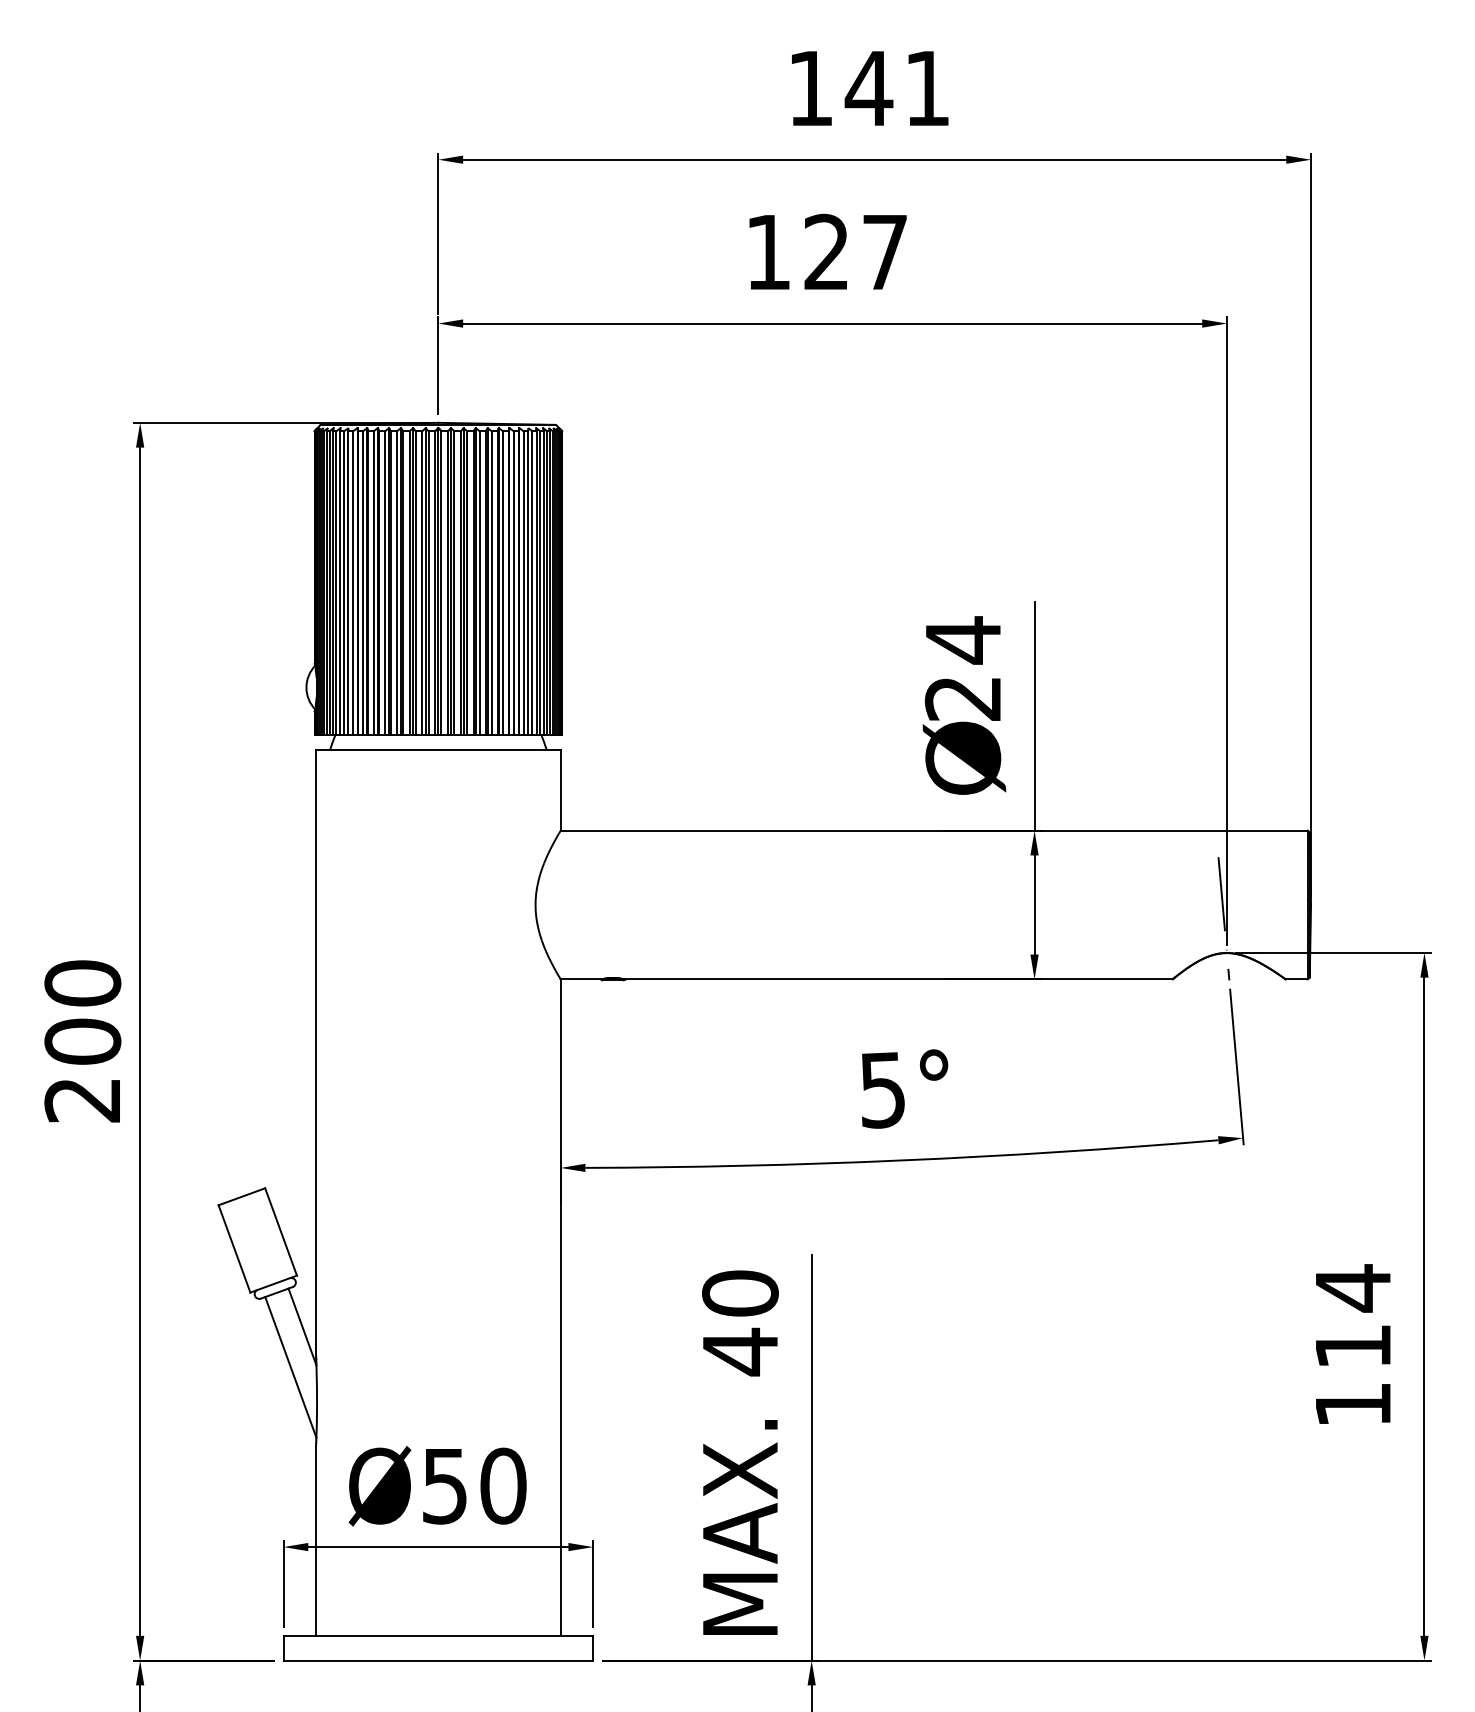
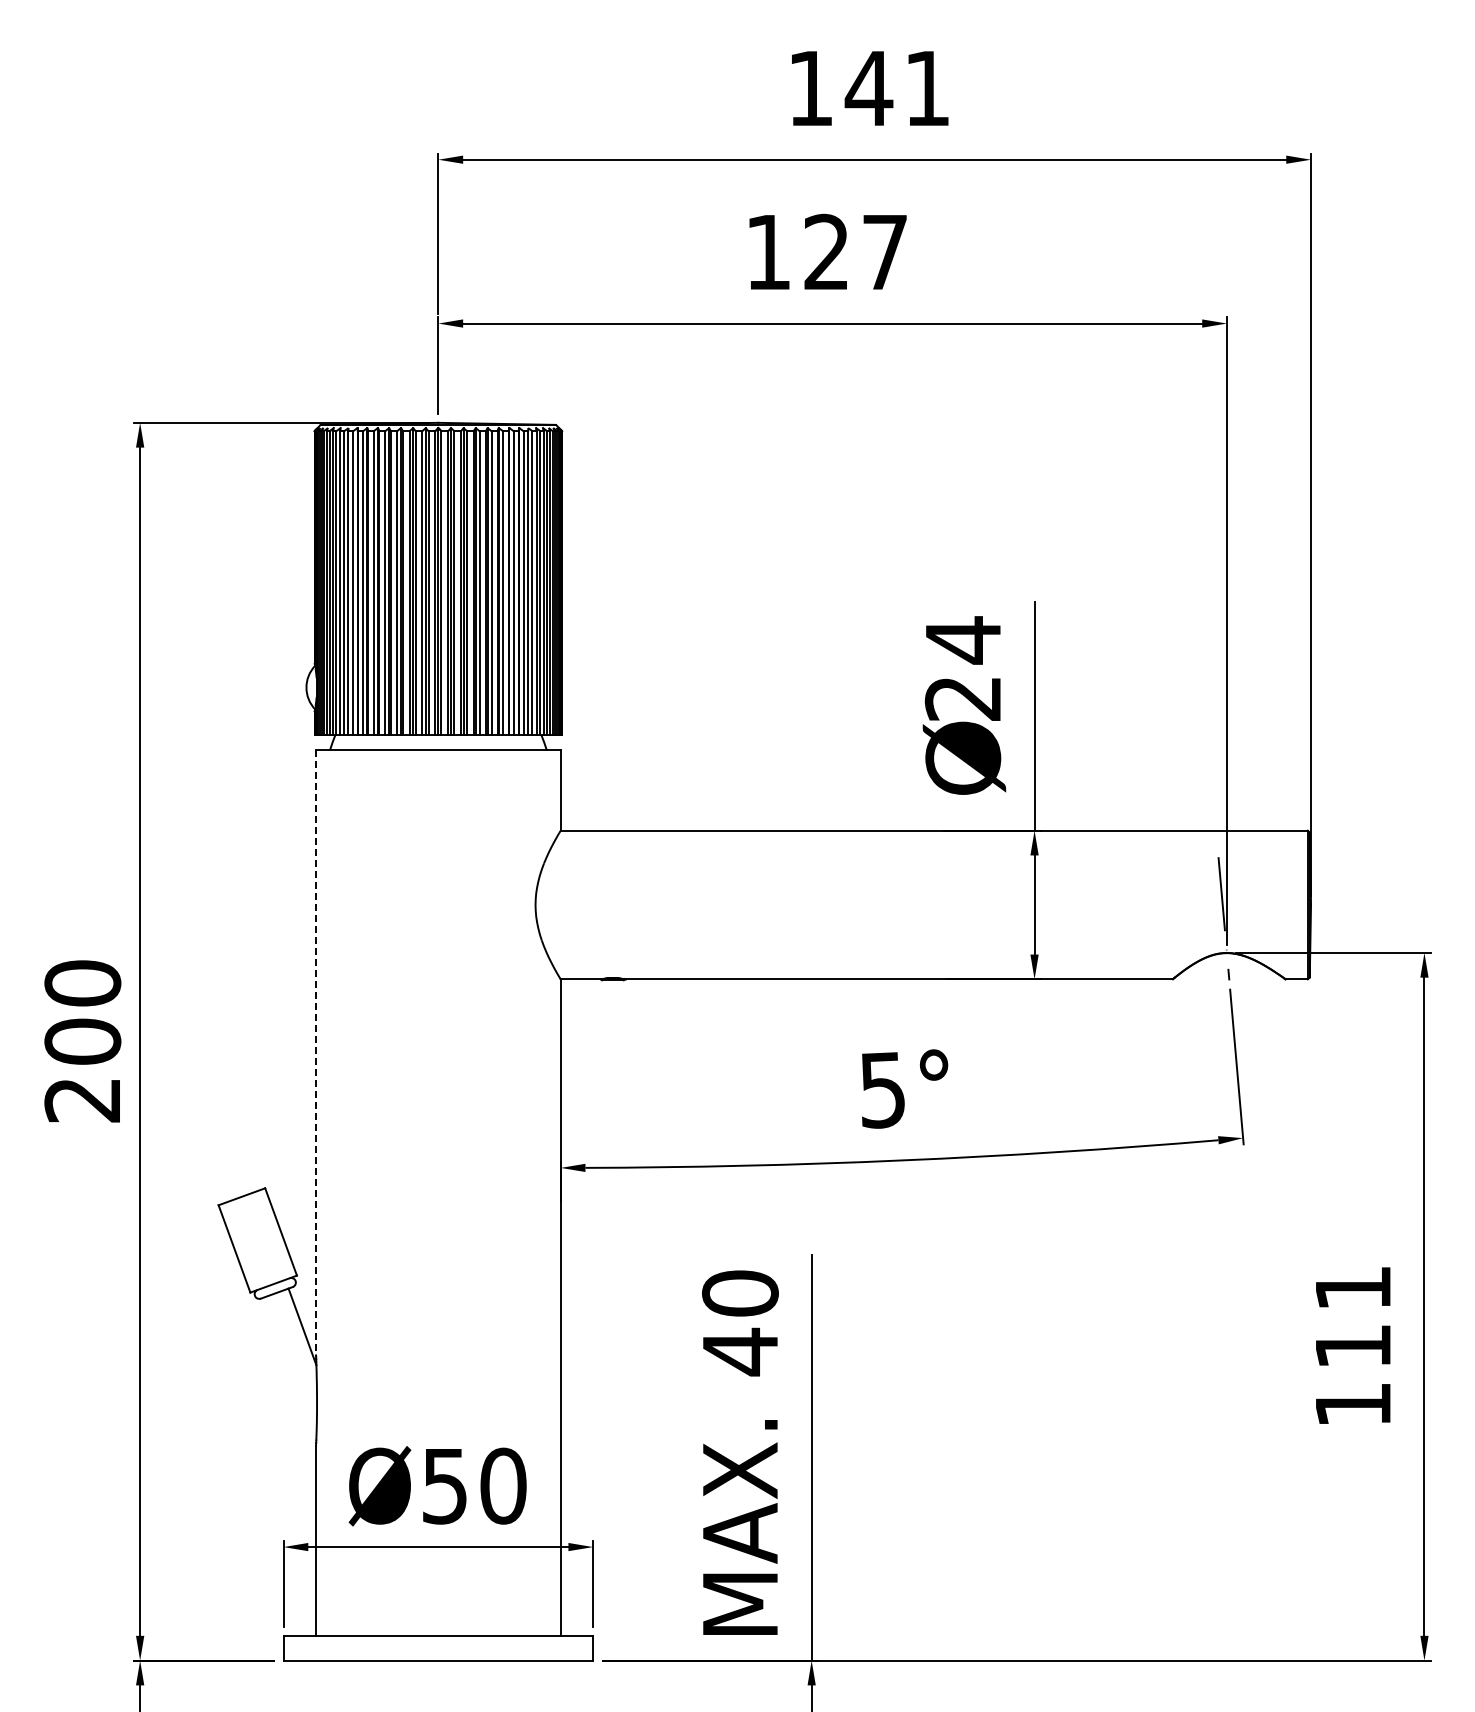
line at (316, 1052): solid -> dashed
text at (1353, 1288): 114 -> 111
line at (290, 1367): present -> none
